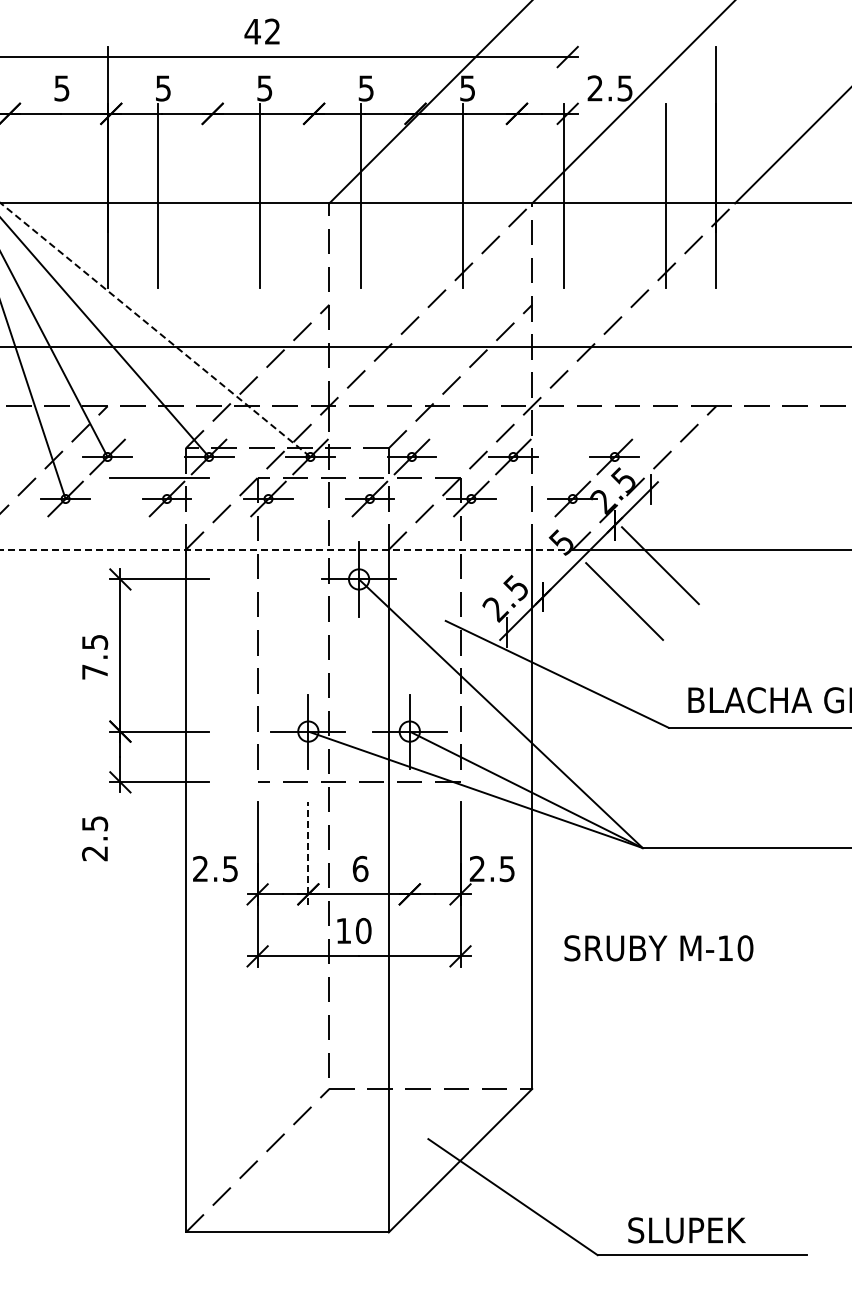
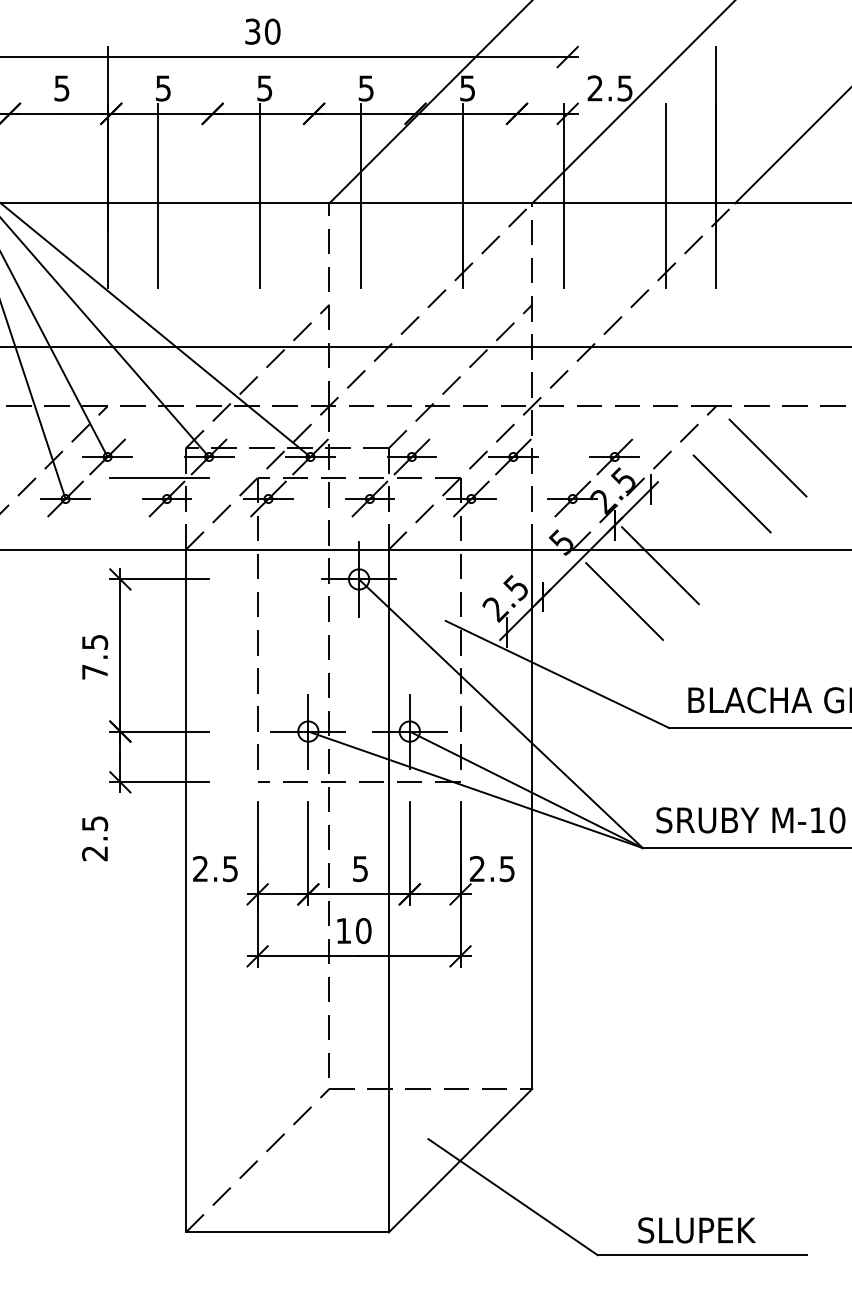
text at (262, 31): 42 -> 30
line at (155, 330): dashed -> solid
line at (767, 457): none -> present
line at (731, 493): none -> present
line at (286, 549): dashed -> solid
line at (308, 852): dashed -> solid
line at (409, 852): none -> present
text at (360, 868): 6 -> 5
text at (658, 948) position: (658, 948) -> (750, 820)
text at (686, 1230) position: (686, 1230) -> (696, 1230)
